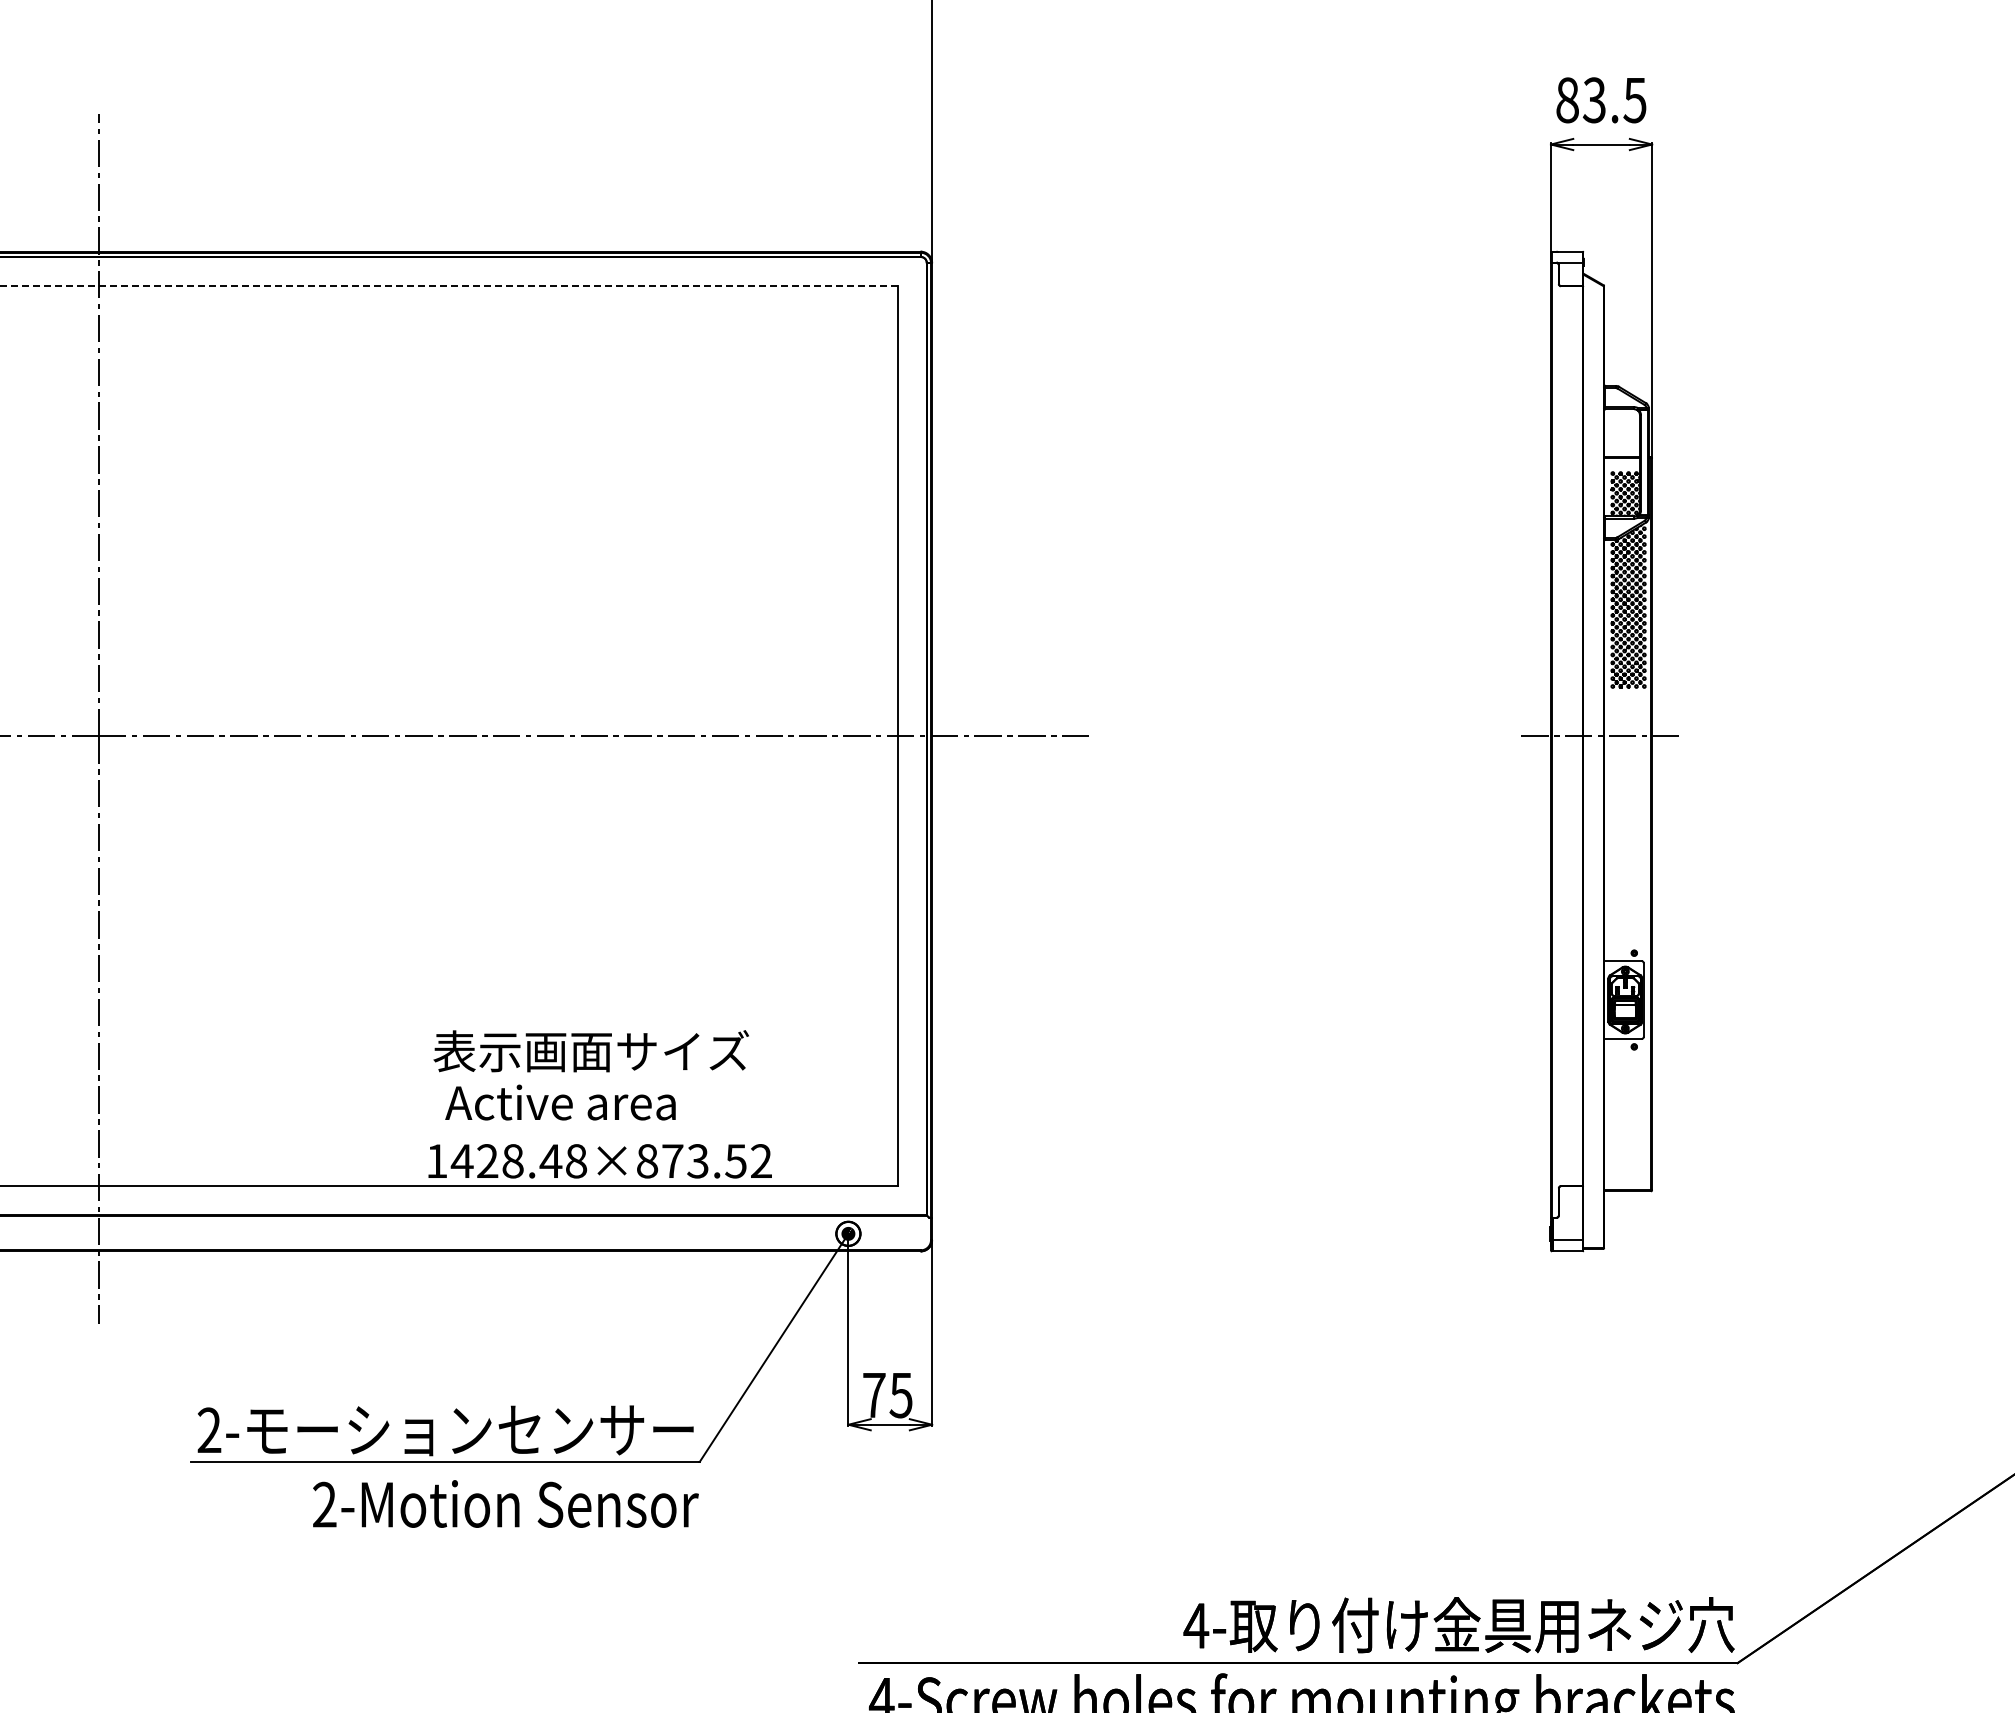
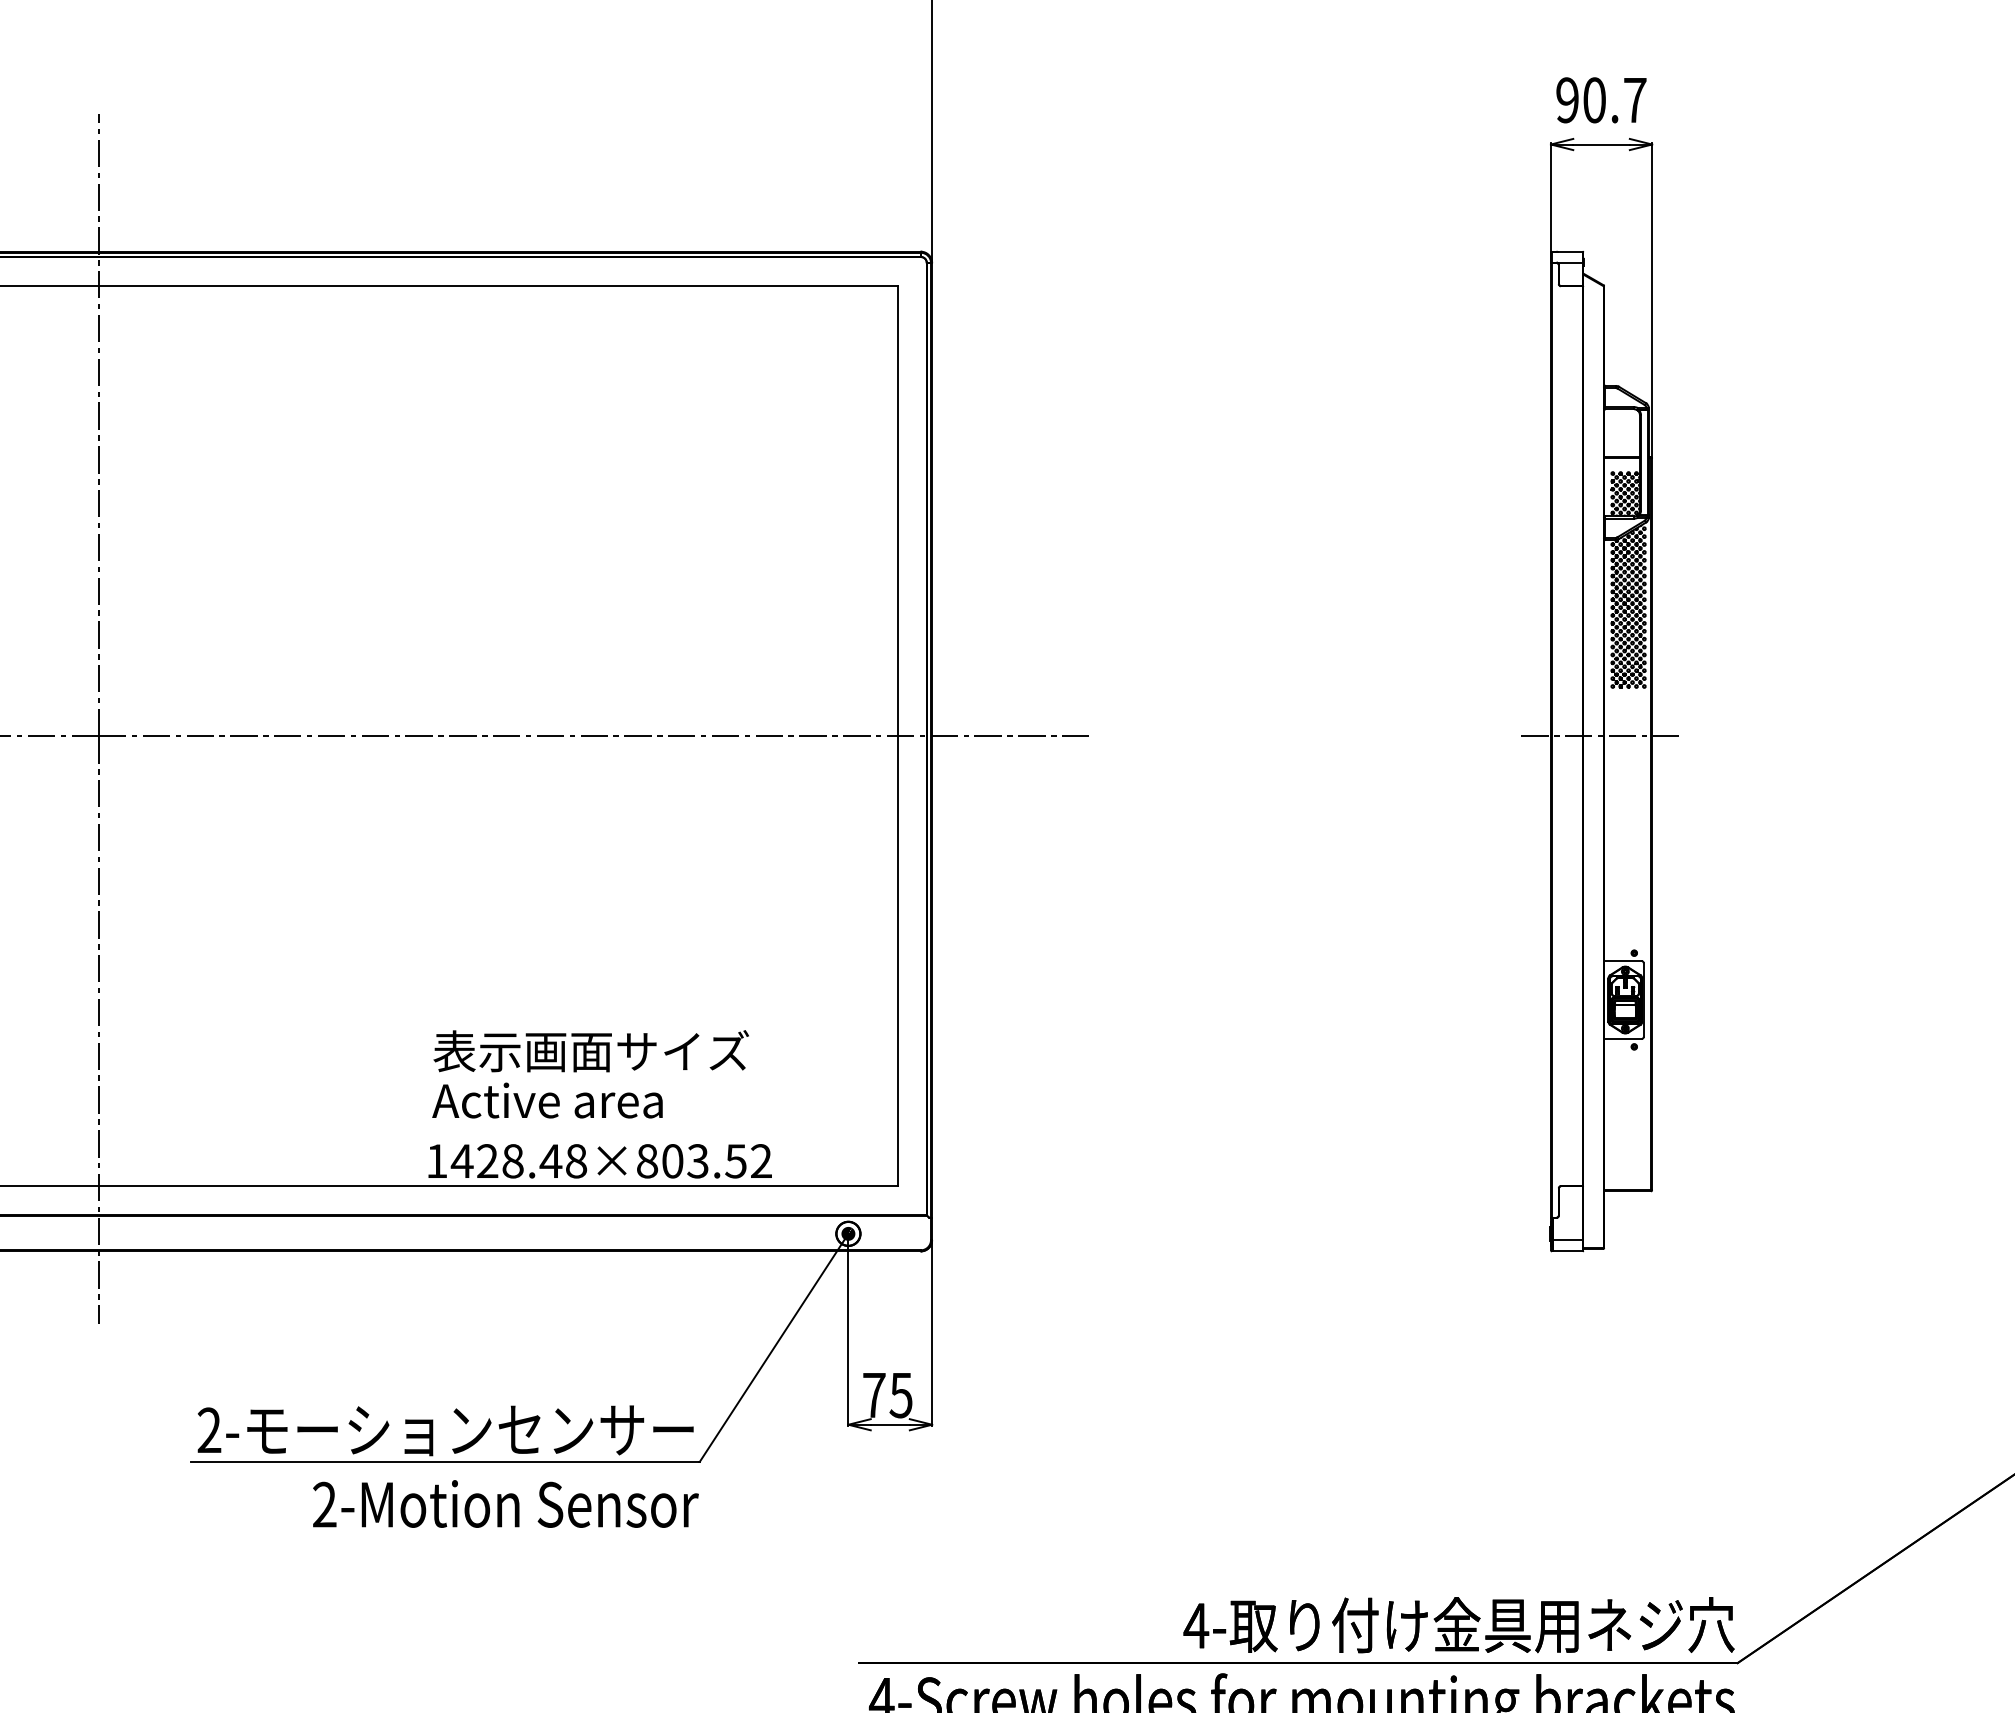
text at (1601, 100): 83.5 -> 90.7
line at (448, 286): dashed -> solid
text at (560, 1102) position: (560, 1102) -> (547, 1100)
text at (672, 1161): 1428.48×873.52 -> 1428.48×803.52
